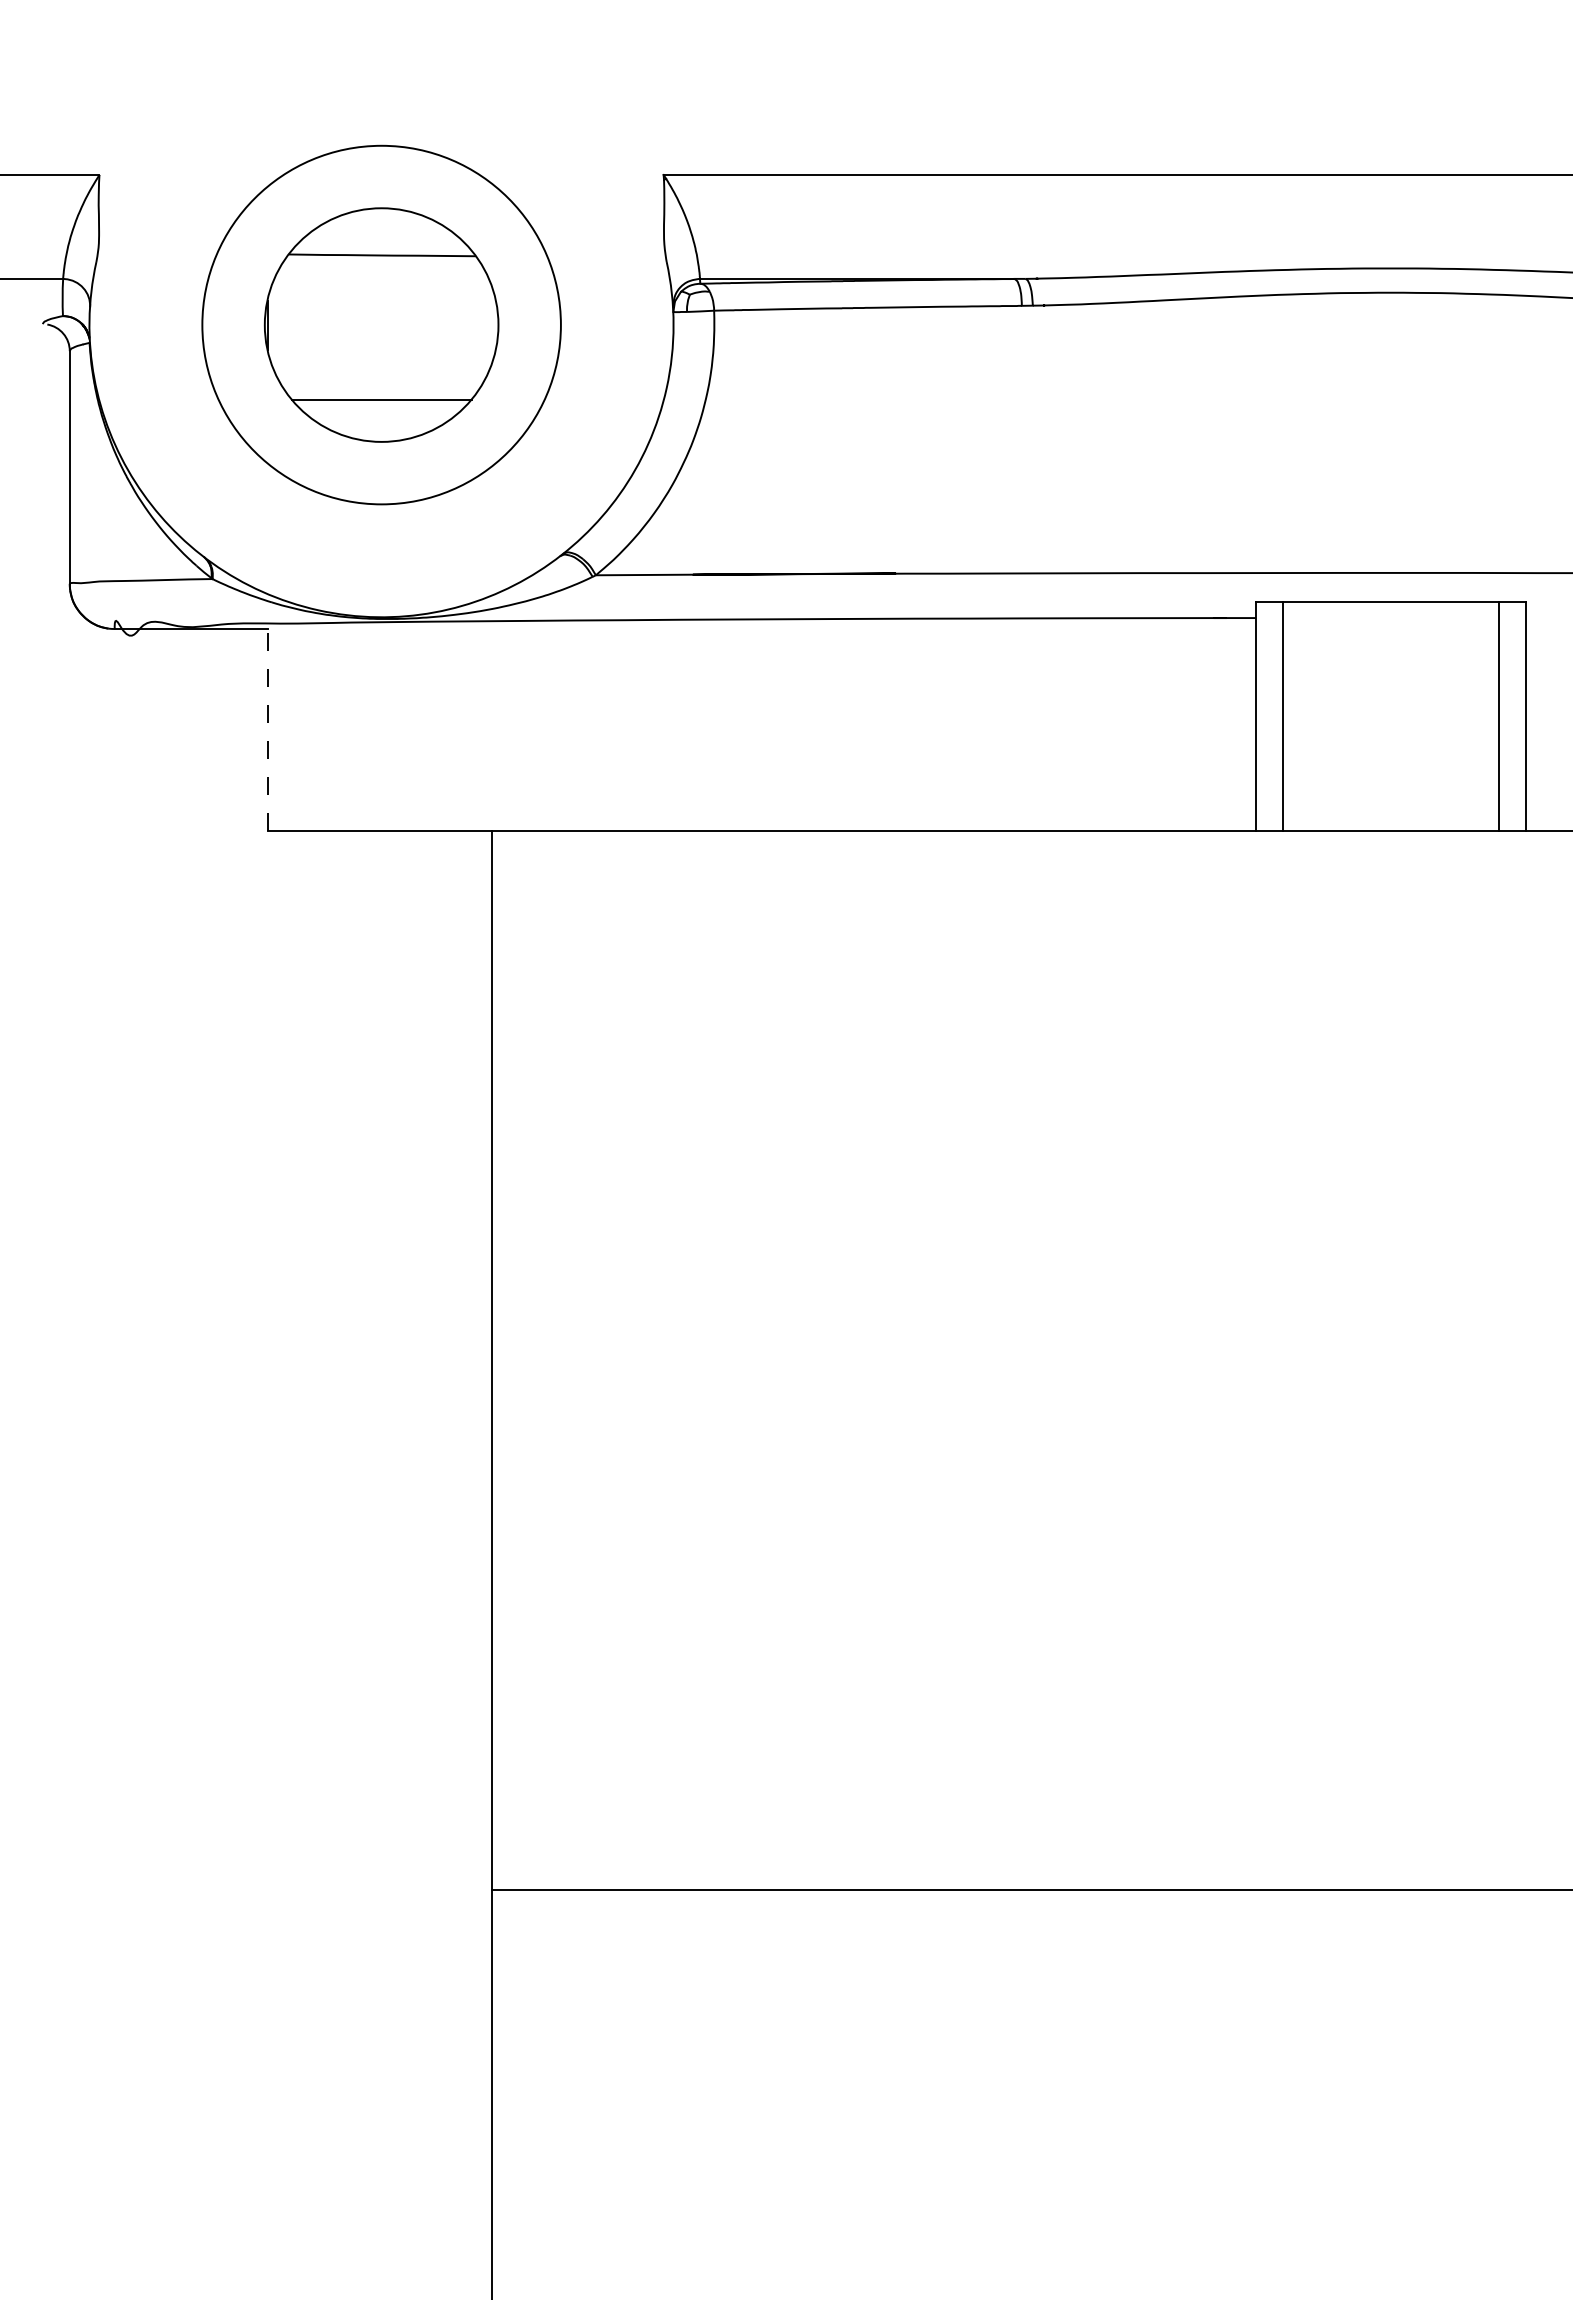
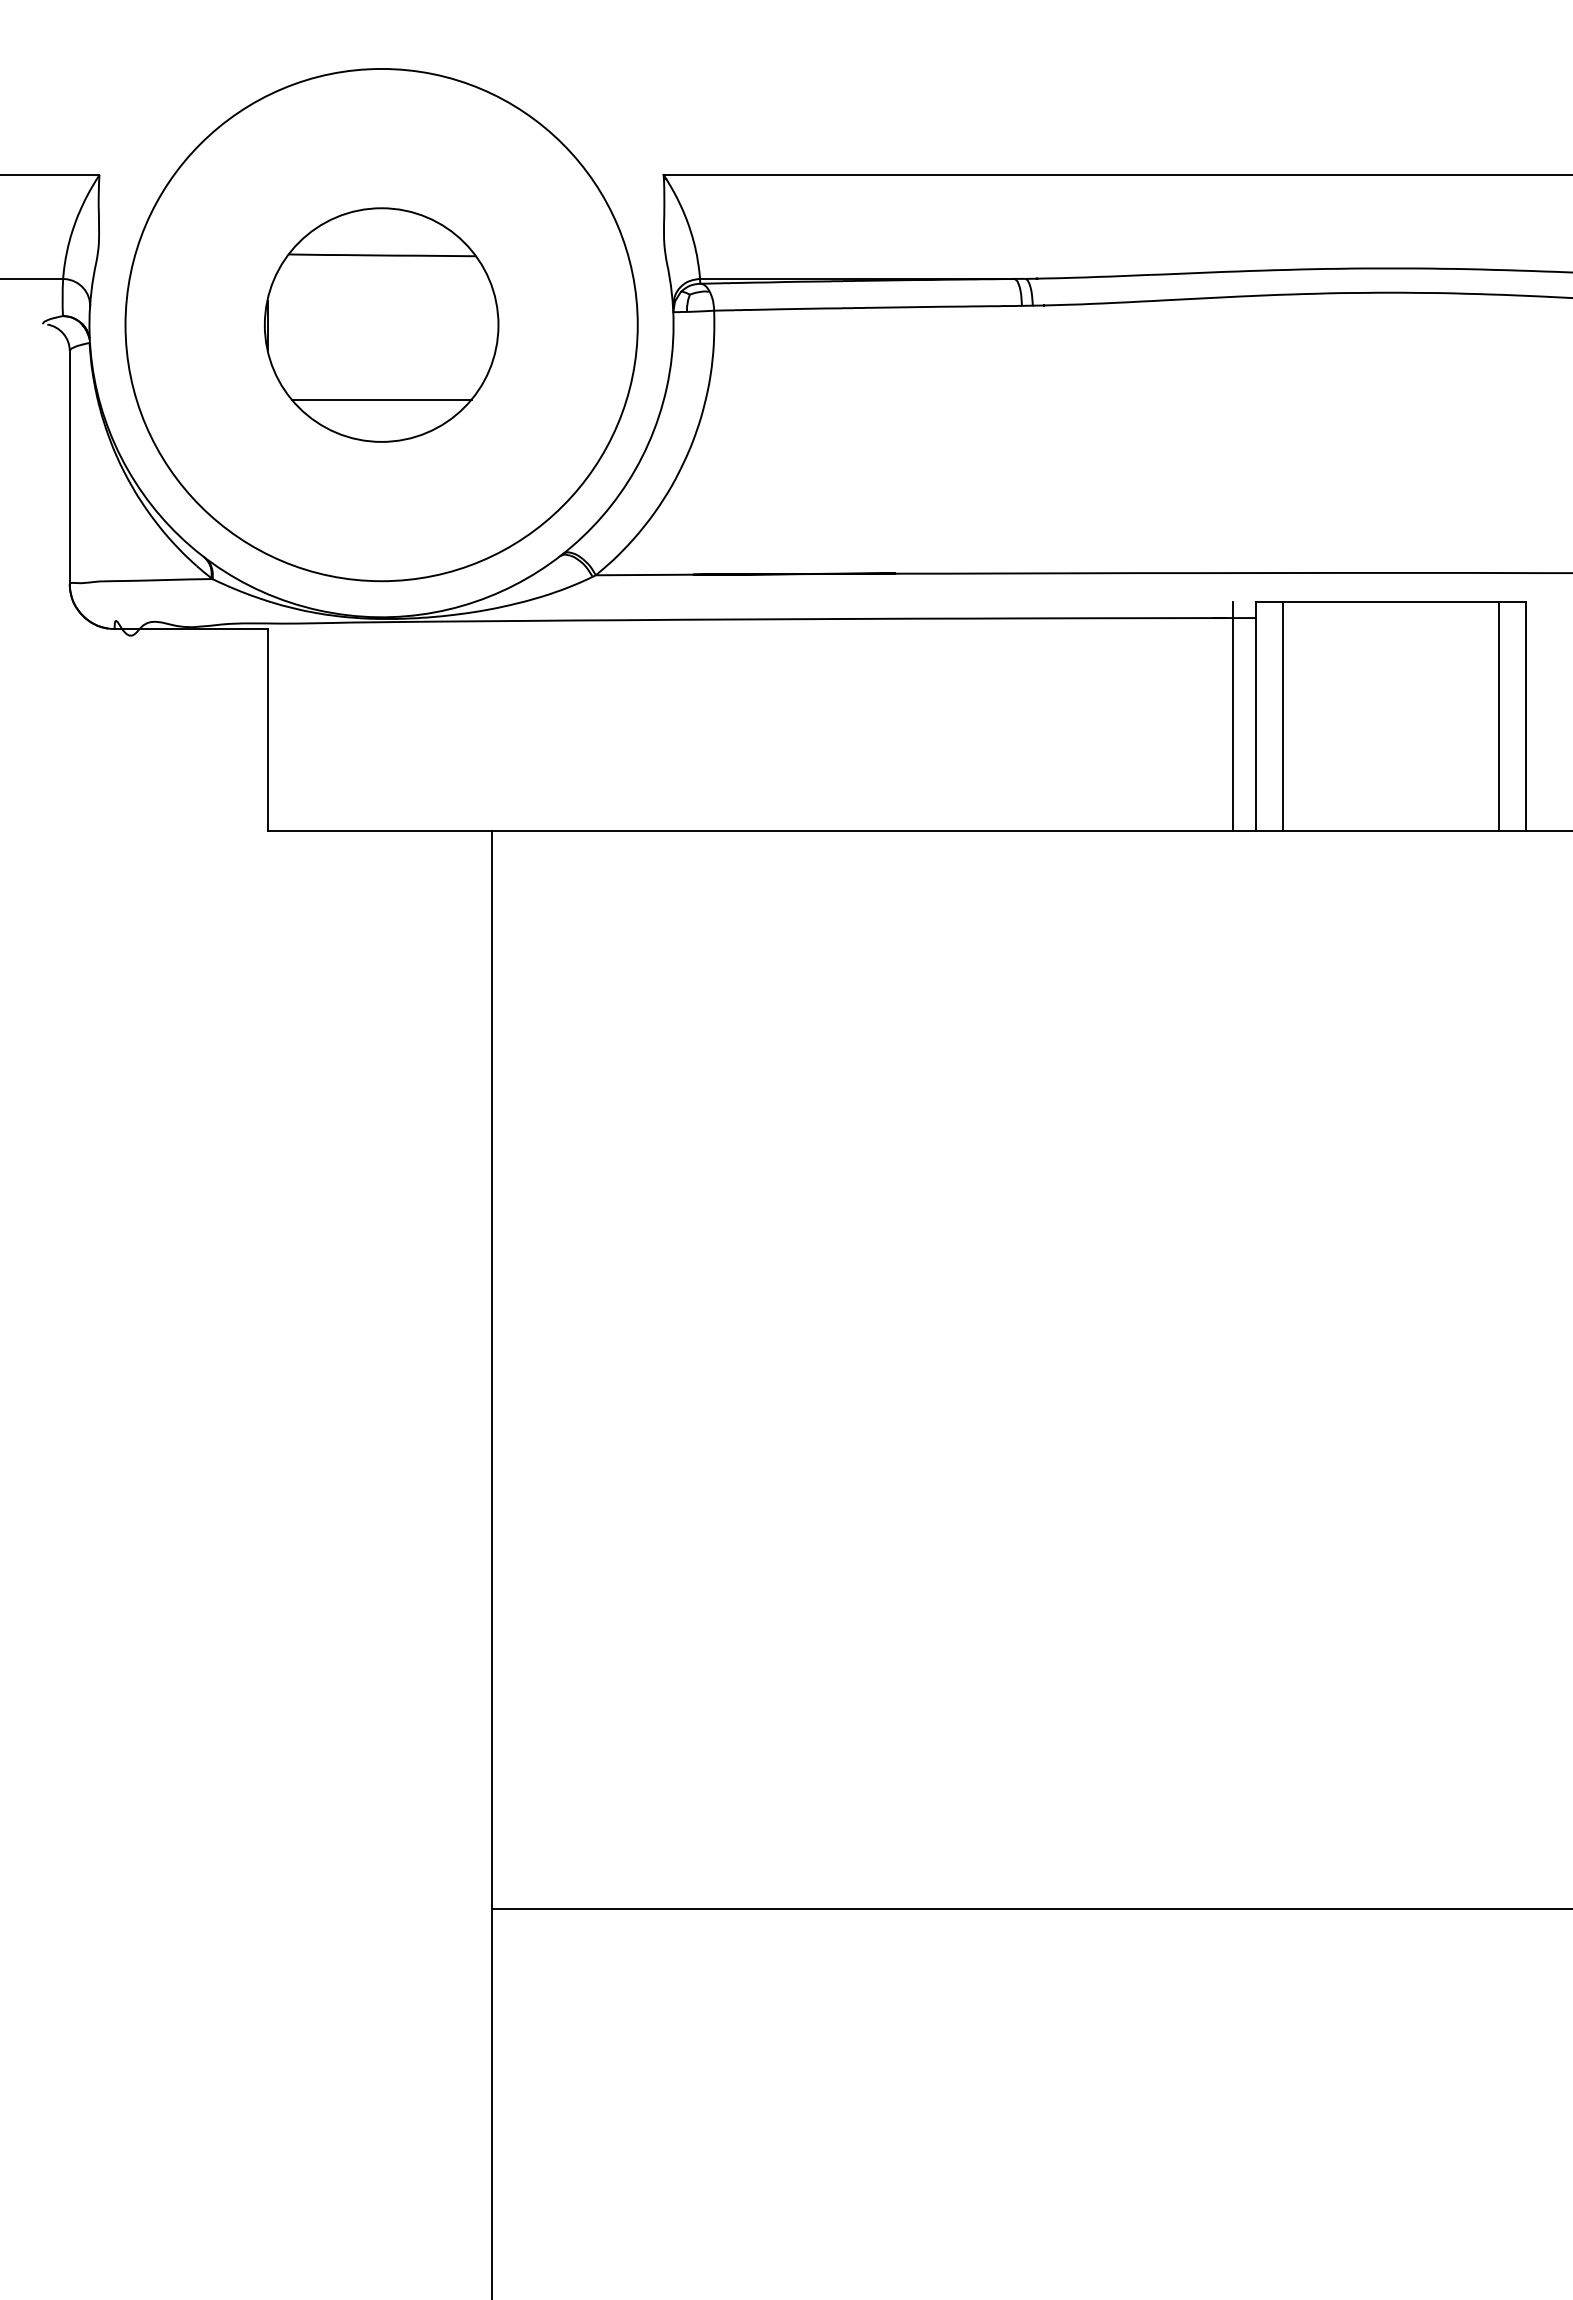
circle at (381, 324) diameter: 359 px -> 512 px
line at (1232, 715): none -> present
line at (267, 729): dashed -> solid
line at (1030, 1890) position: (1030, 1890) -> (1030, 1909)
